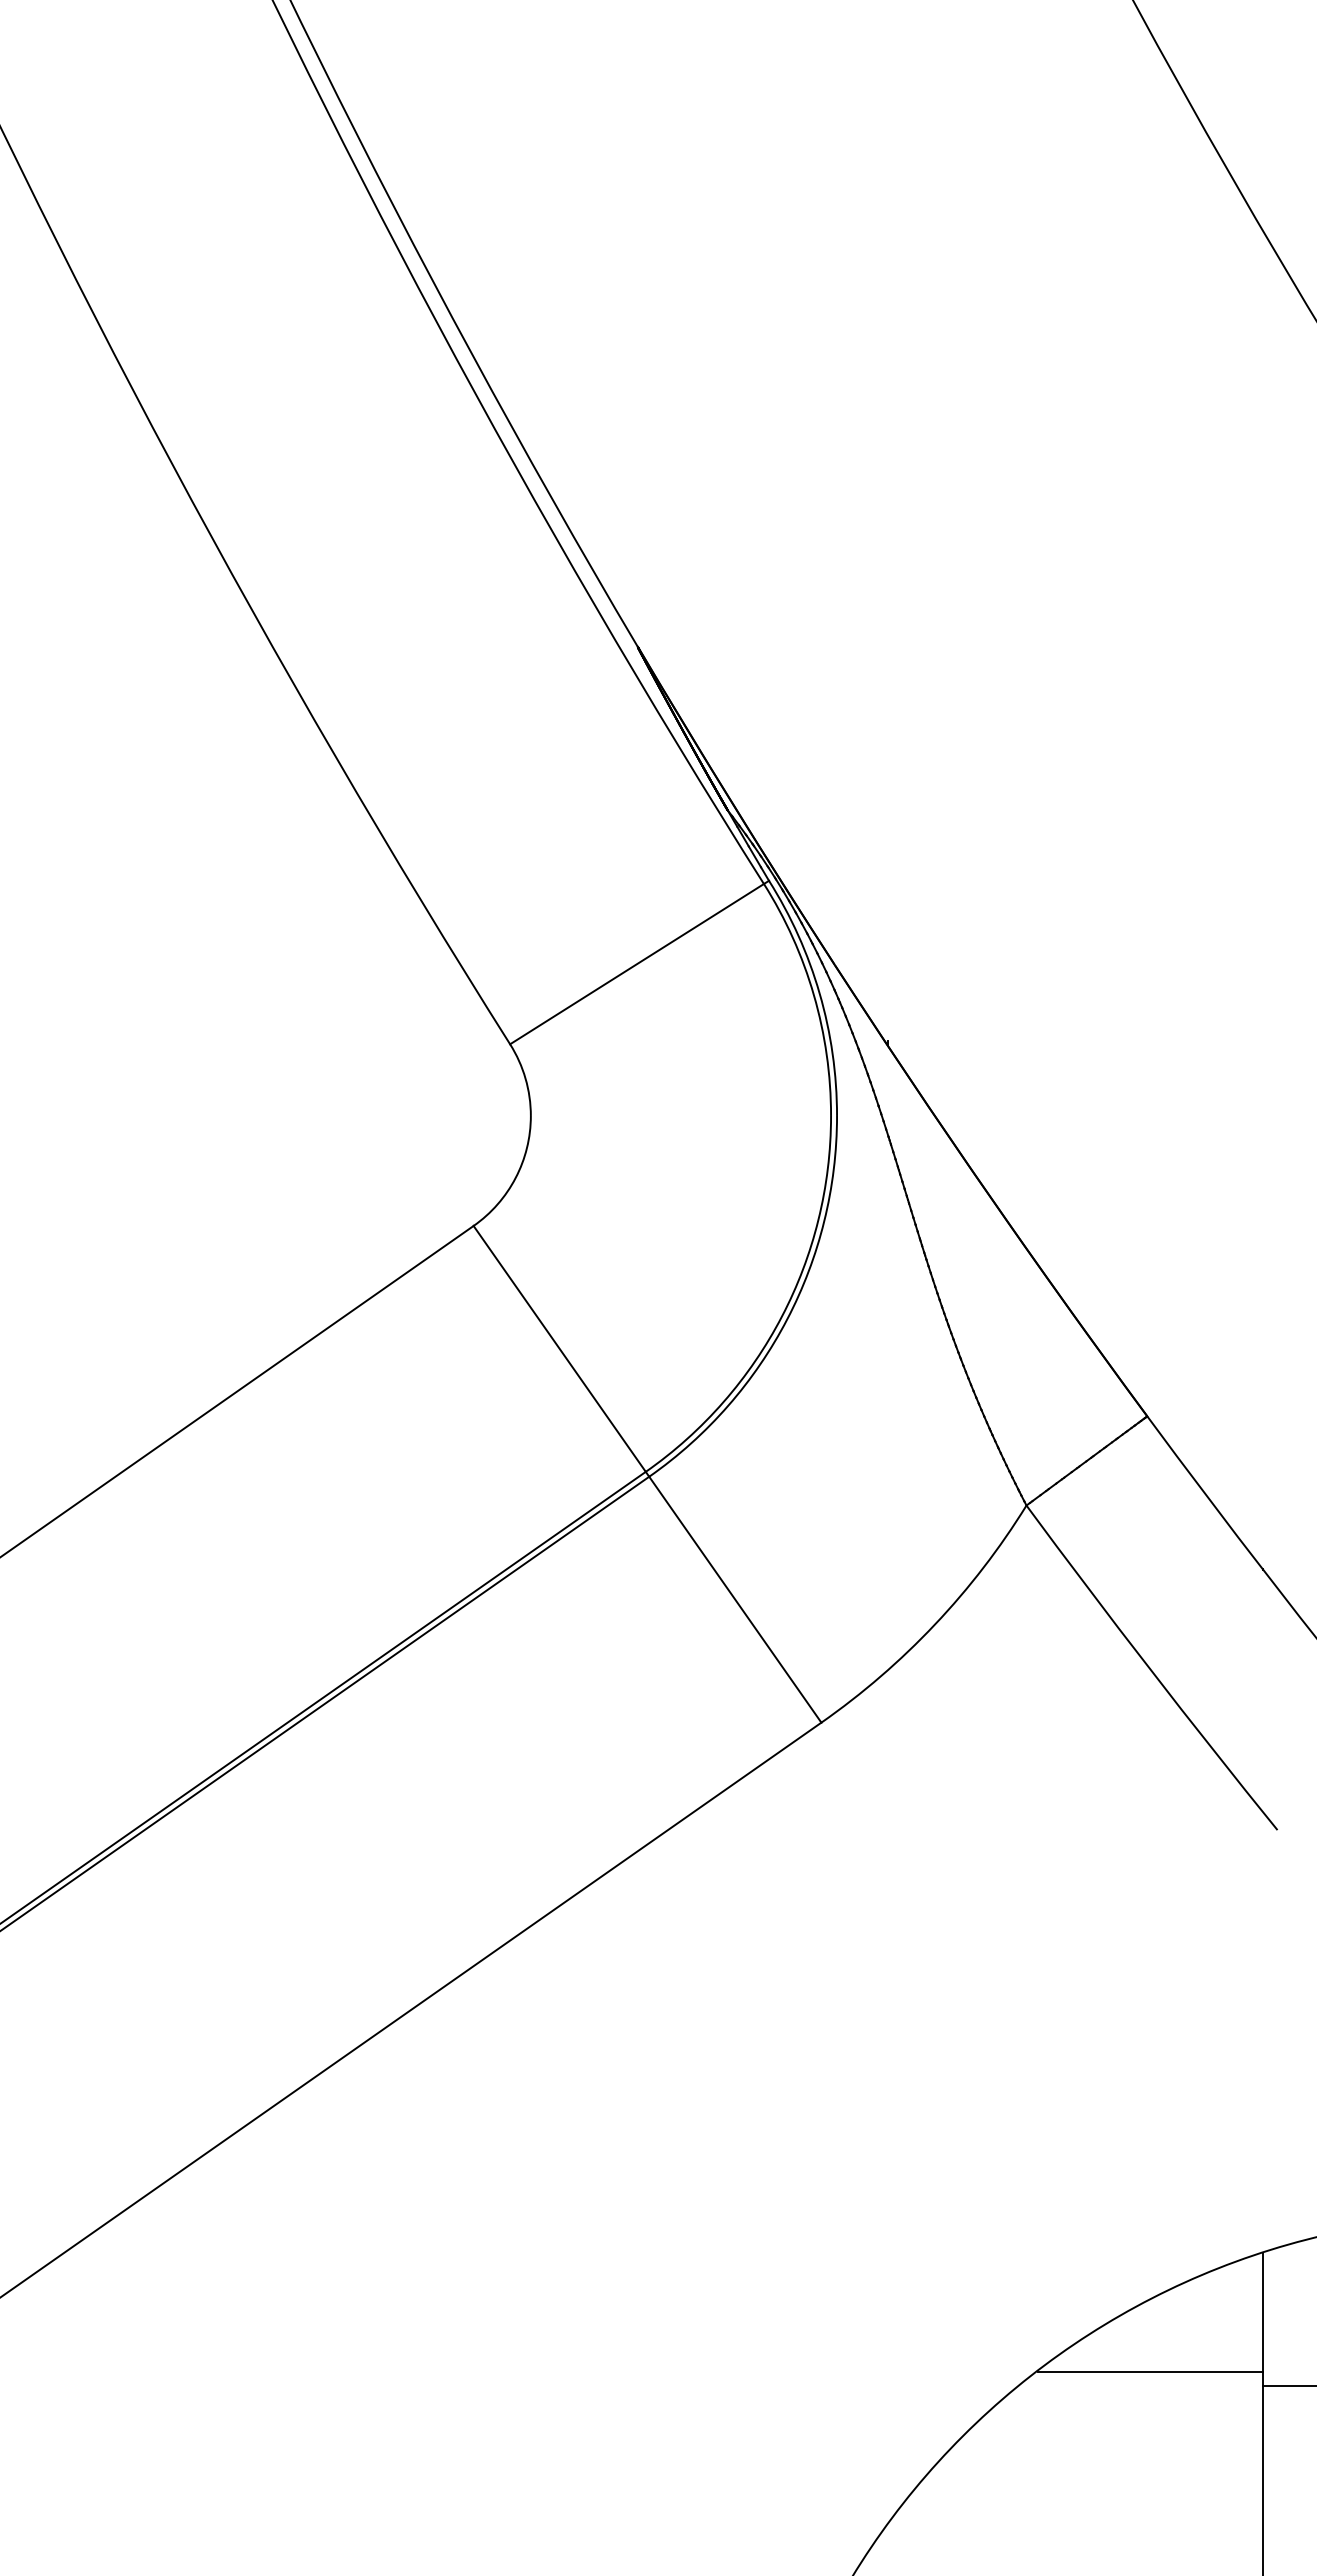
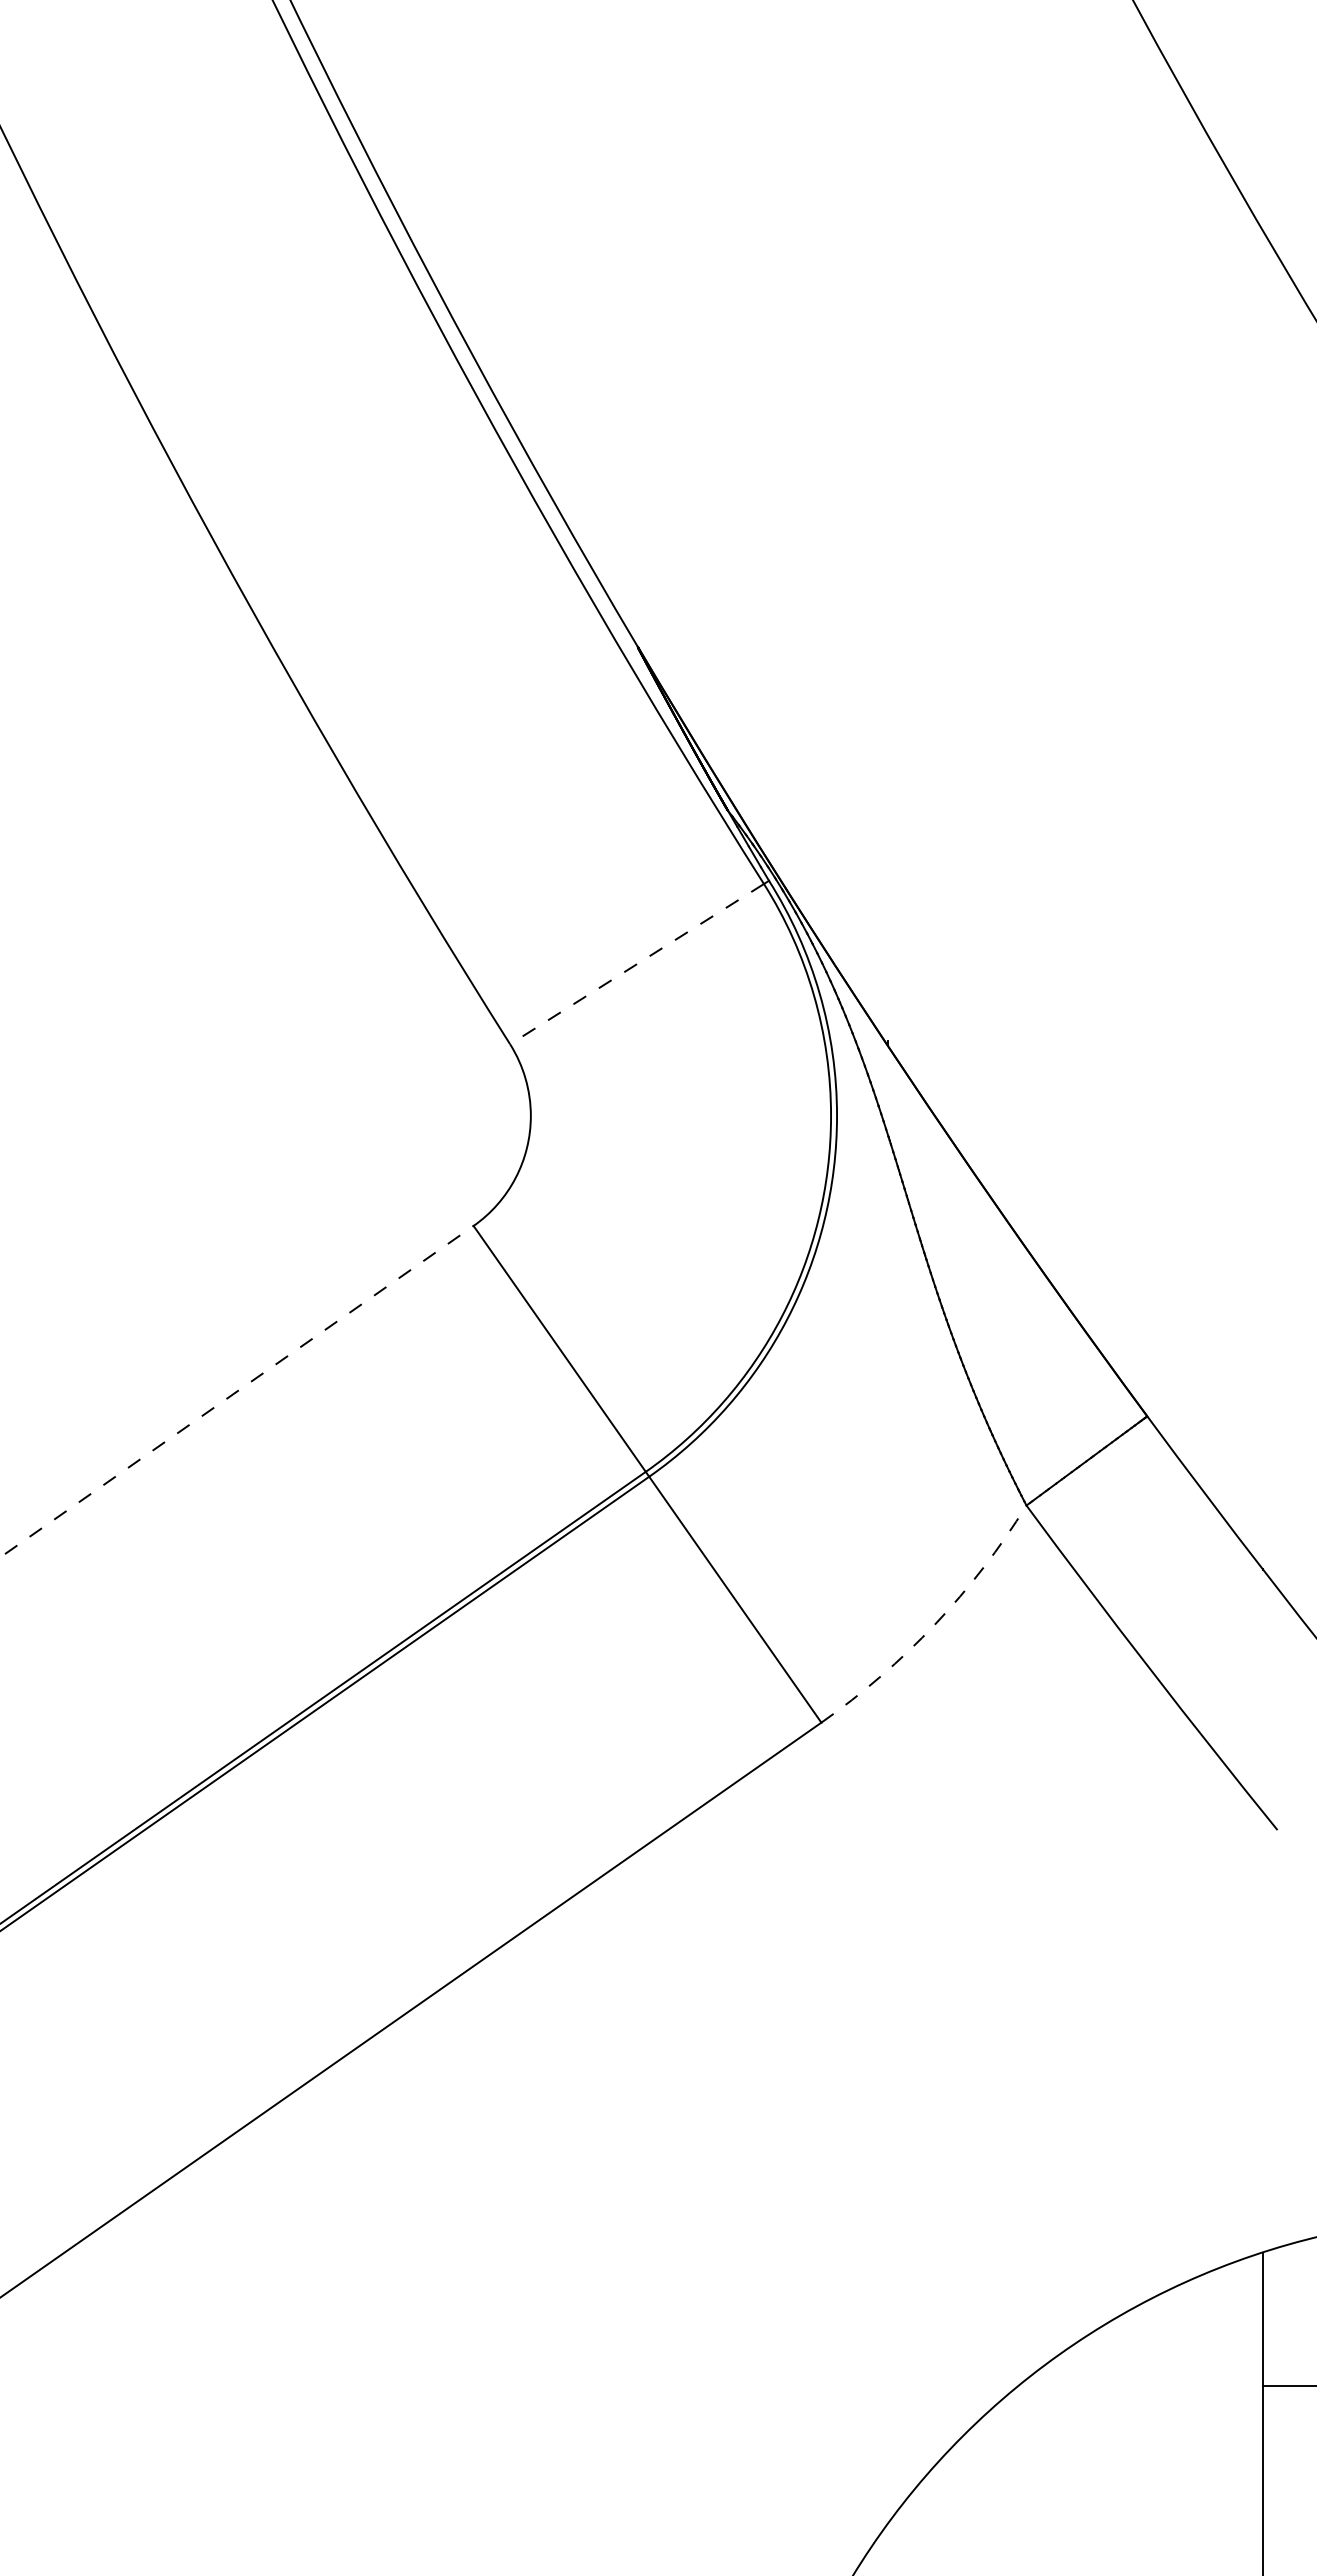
line at (636, 964): solid -> dashed
line at (237, 1391): solid -> dashed
arc at (935, 1624): solid -> dashed
line at (1150, 2372): present -> none
